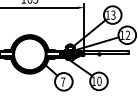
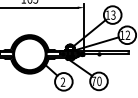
text at (94, 80): 10 -> 70
text at (62, 81): 7 -> 2
